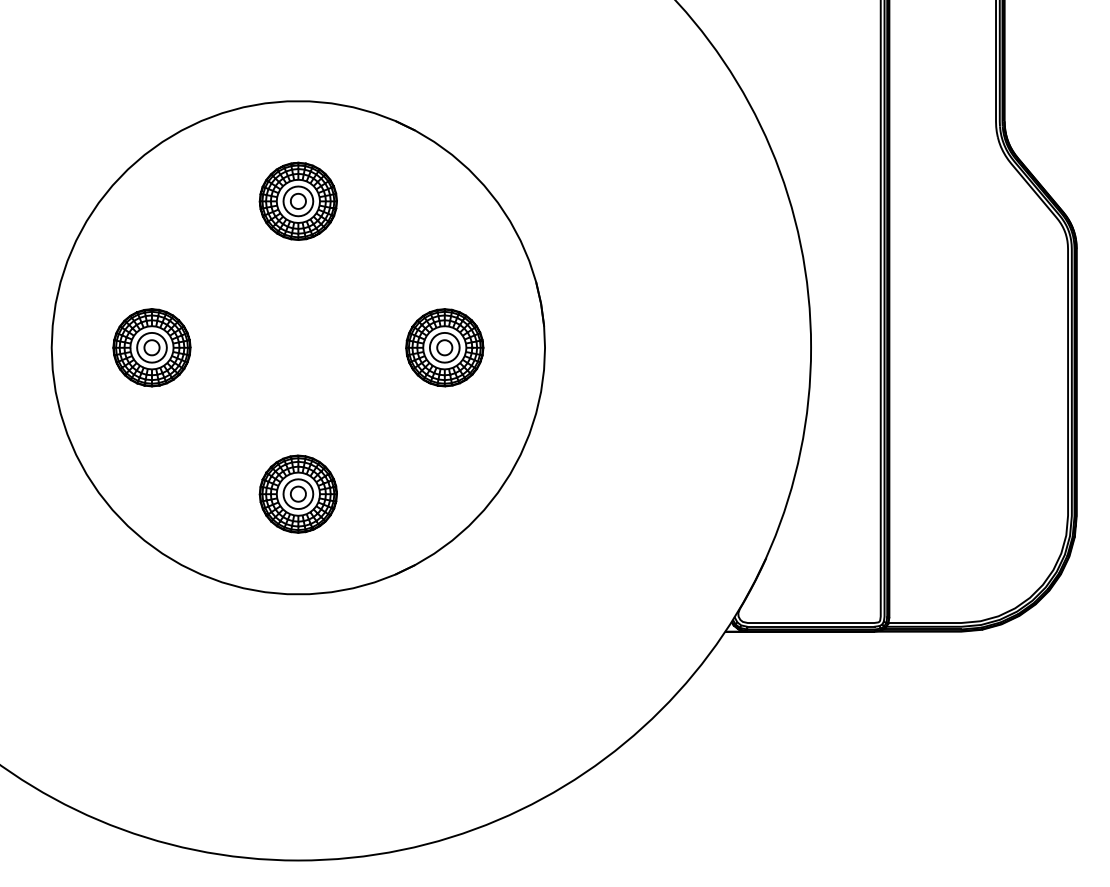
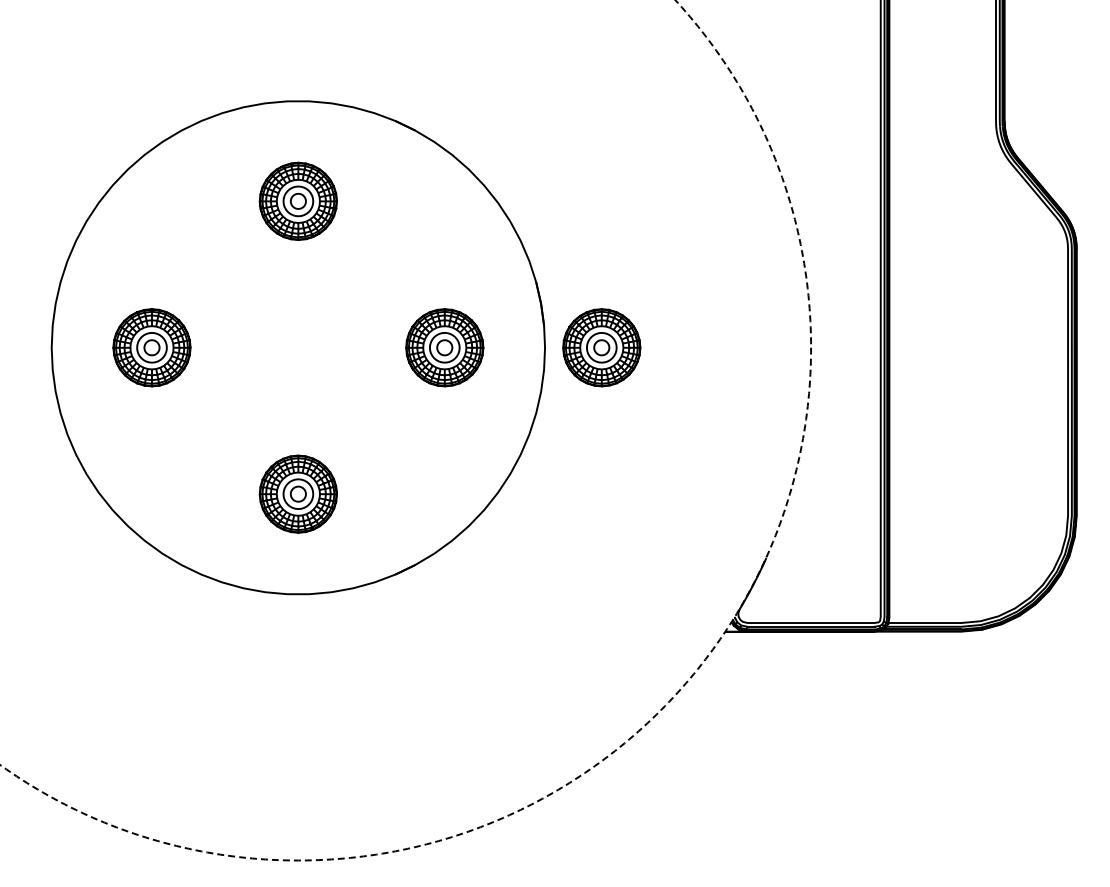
part at (601, 347): none -> present
circle at (405, 430): solid -> dashed
